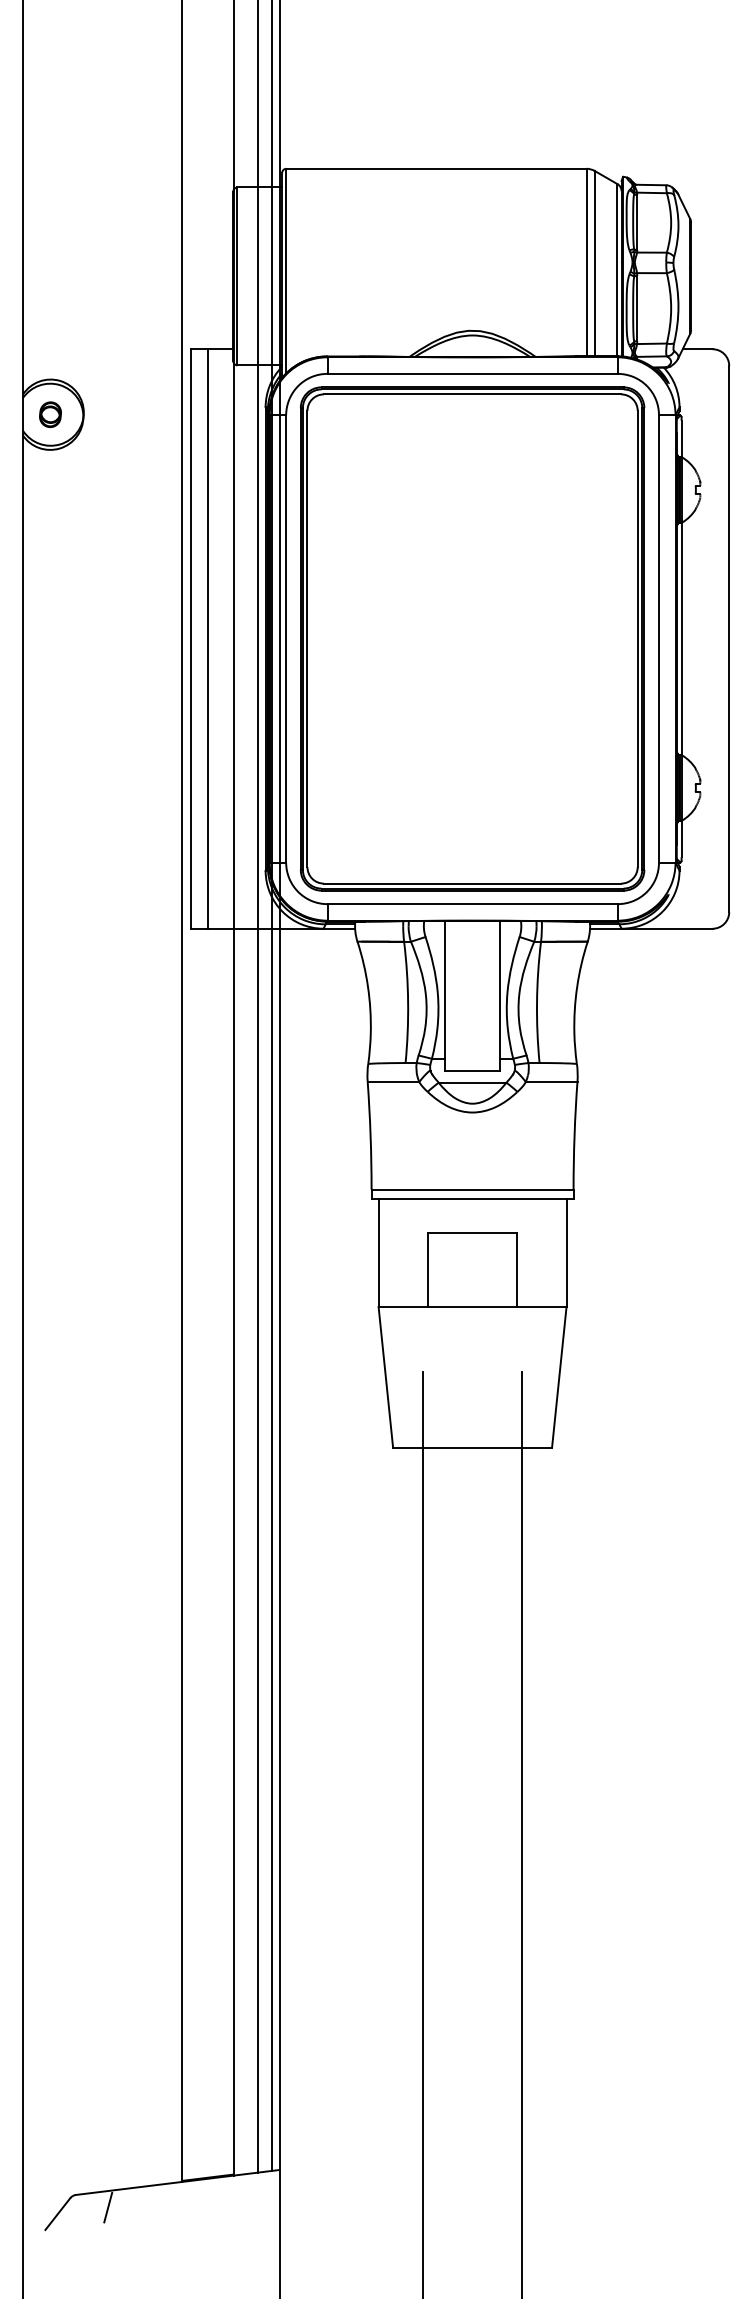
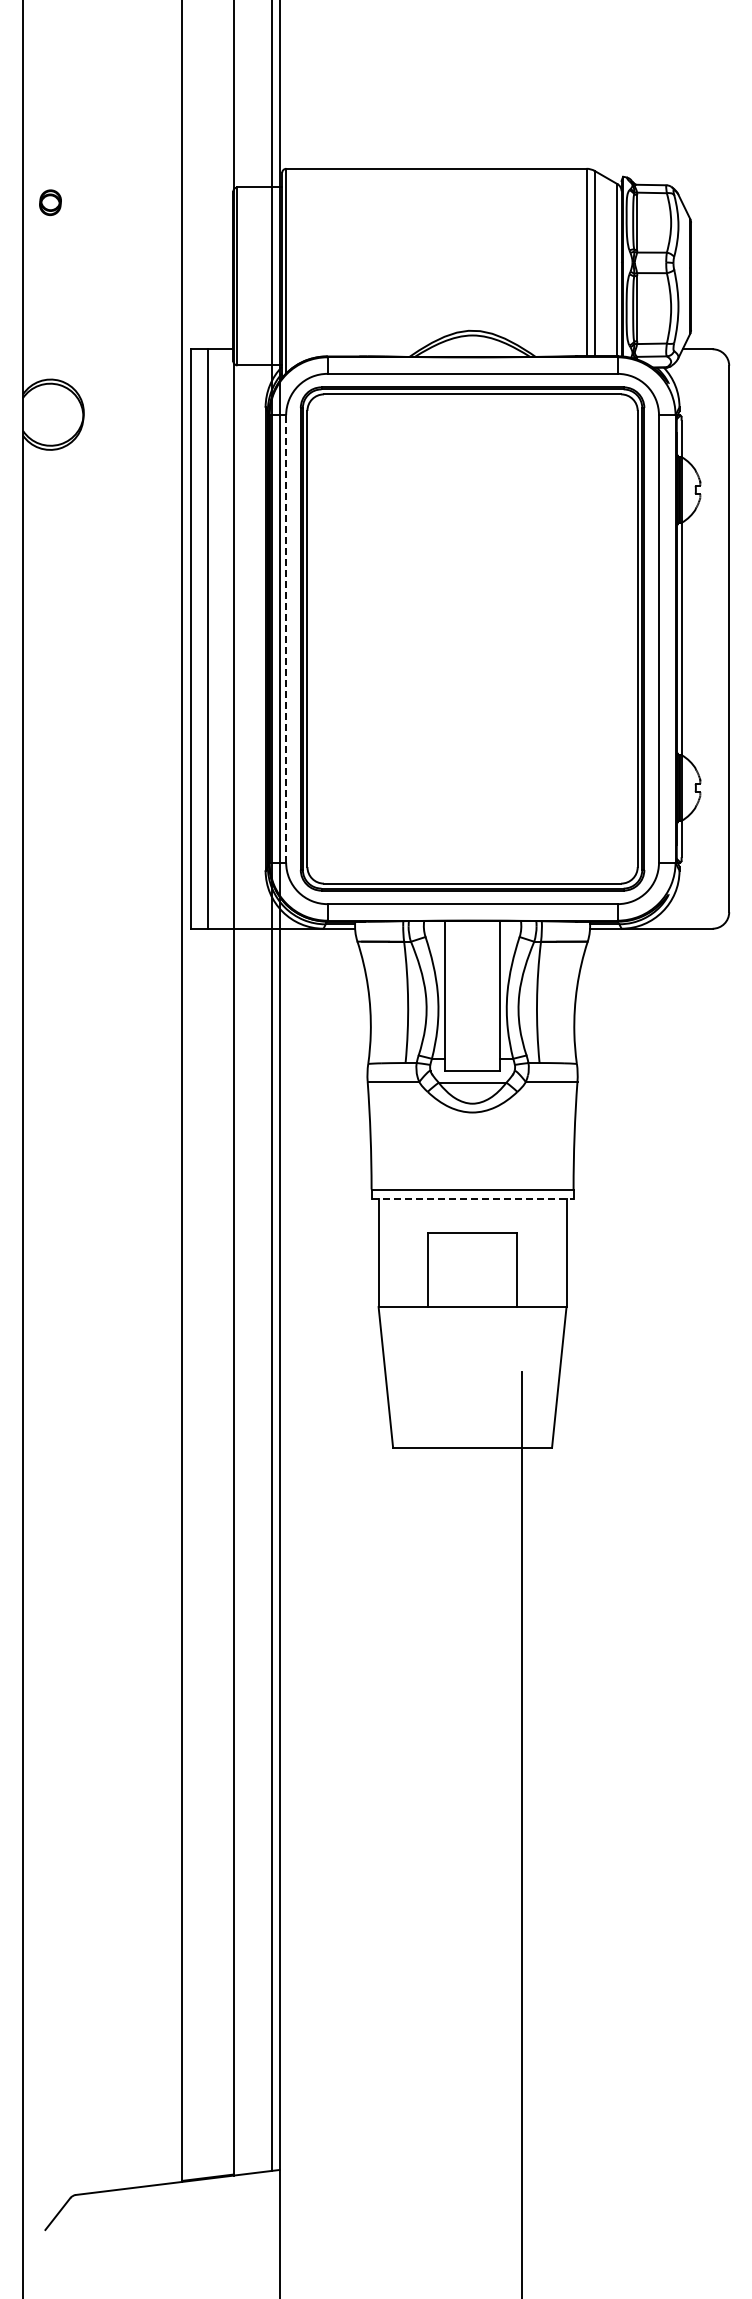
part at (50, 414) position: (50, 414) -> (50, 202)
line at (286, 639): solid -> dashed
line at (258, 1087): present -> none
line at (472, 1199): solid -> dashed
line at (422, 1833): present -> none
line at (108, 2207): present -> none
